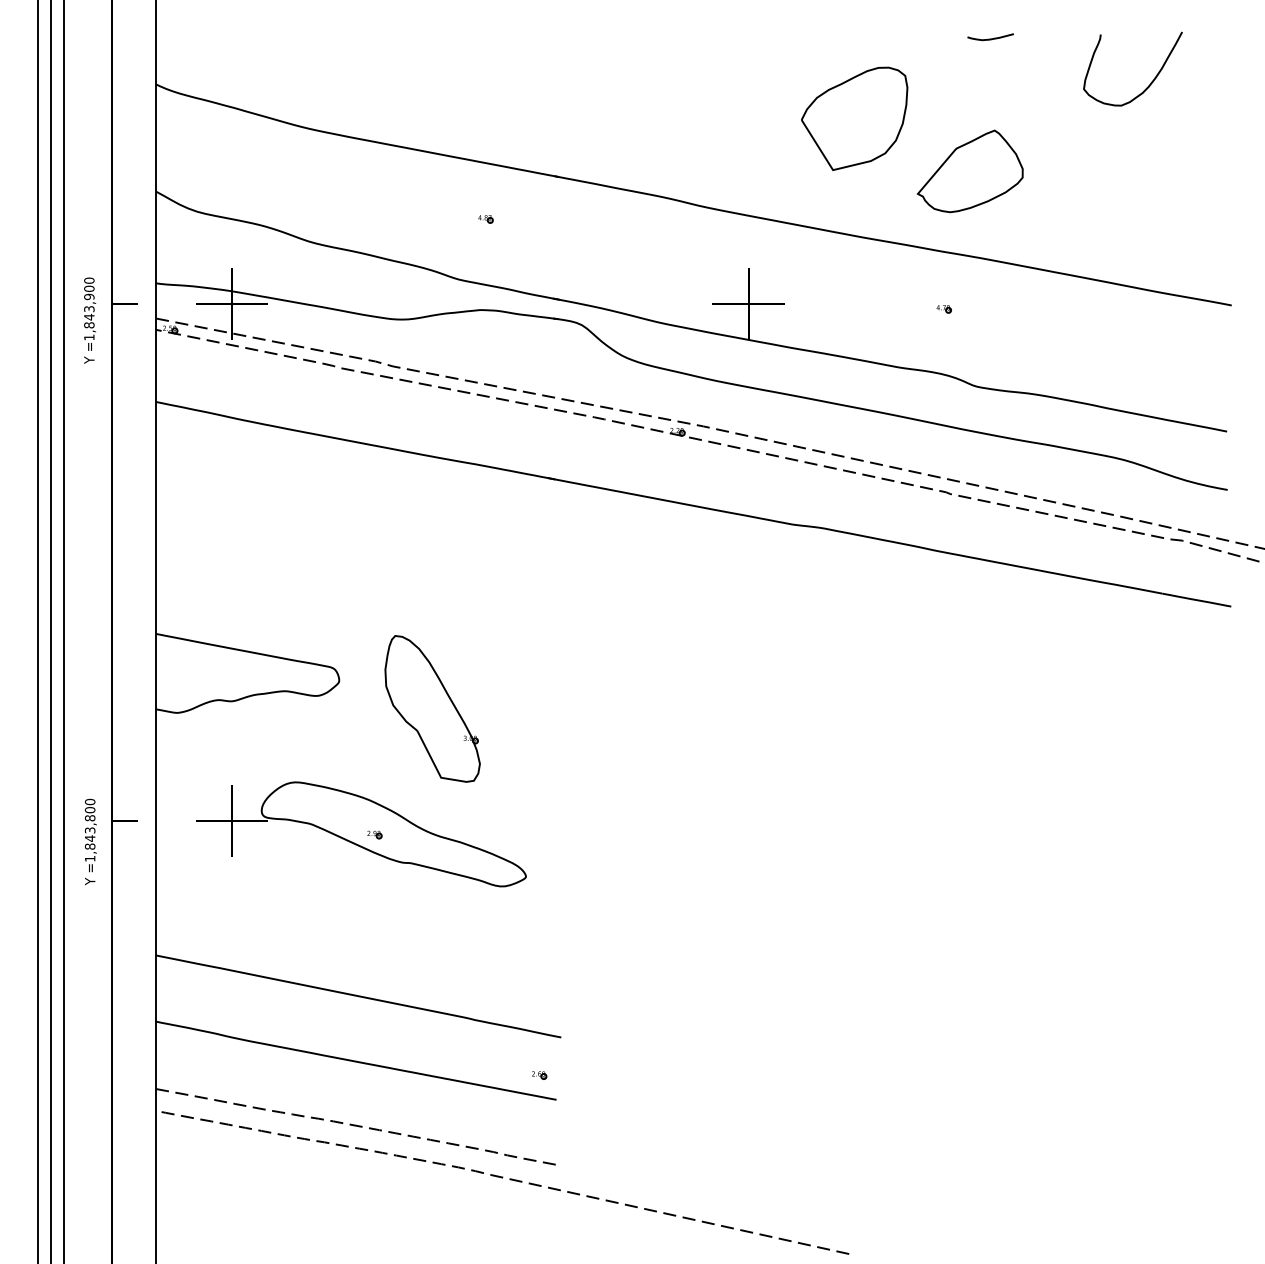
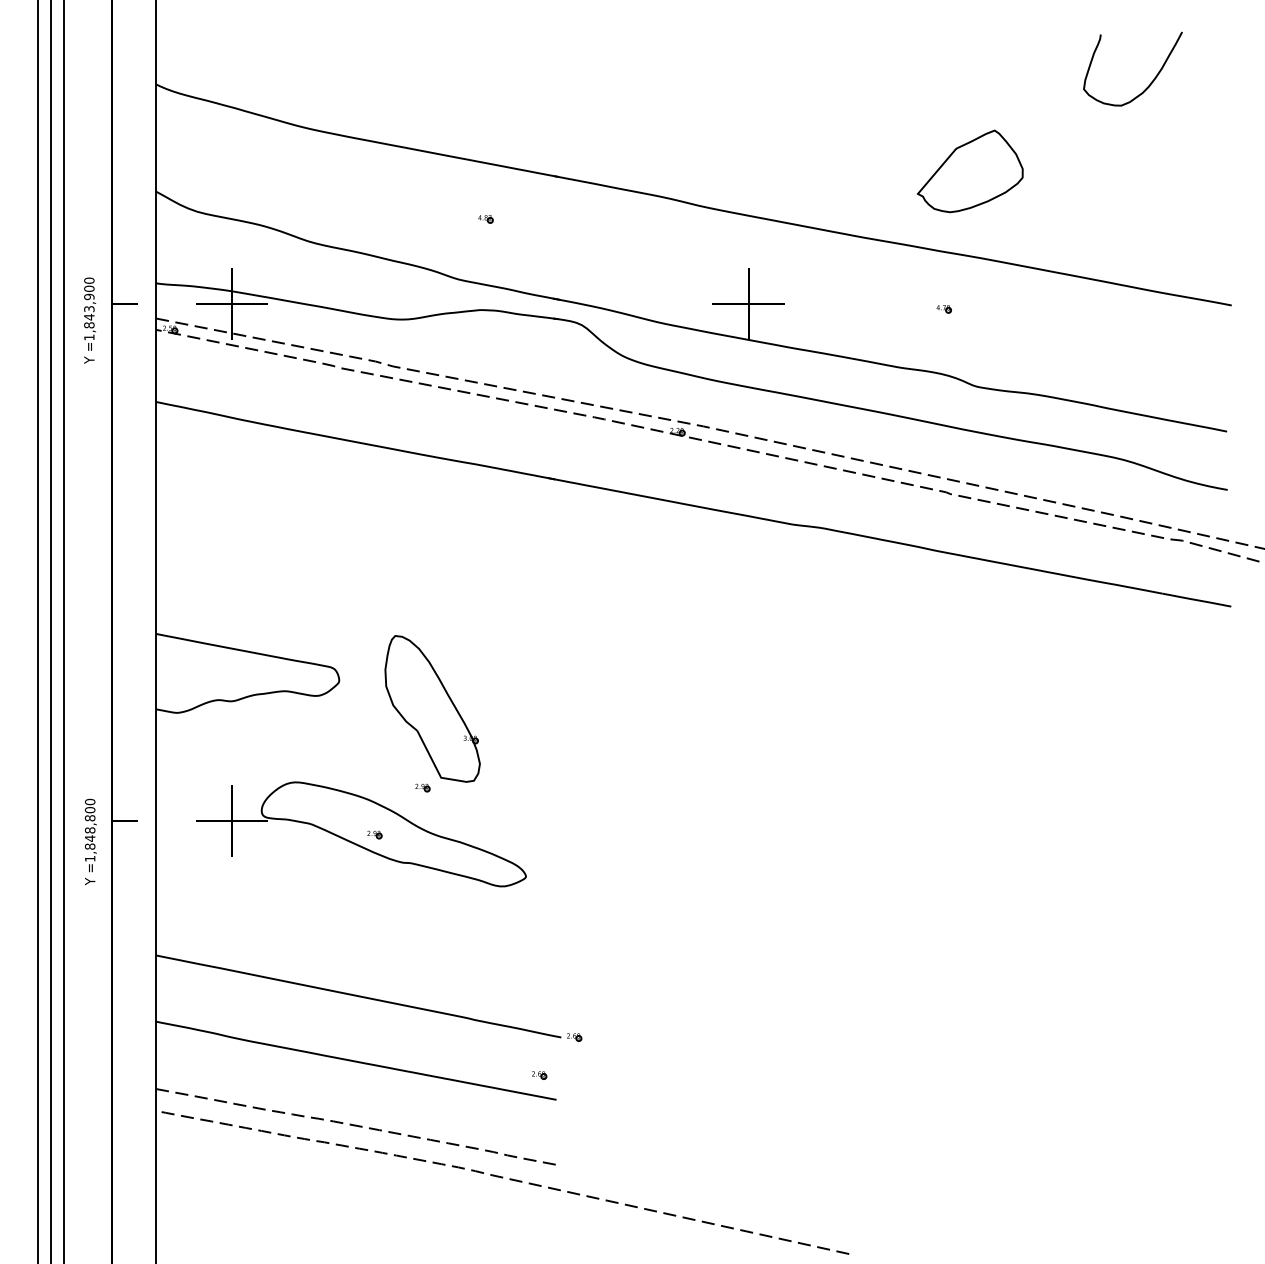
curve at (990, 38): present -> none
part at (854, 118): present -> none
part at (422, 787): none -> present
text at (90, 830): =1,843,800 -> =1,848,800
part at (574, 1037): none -> present
